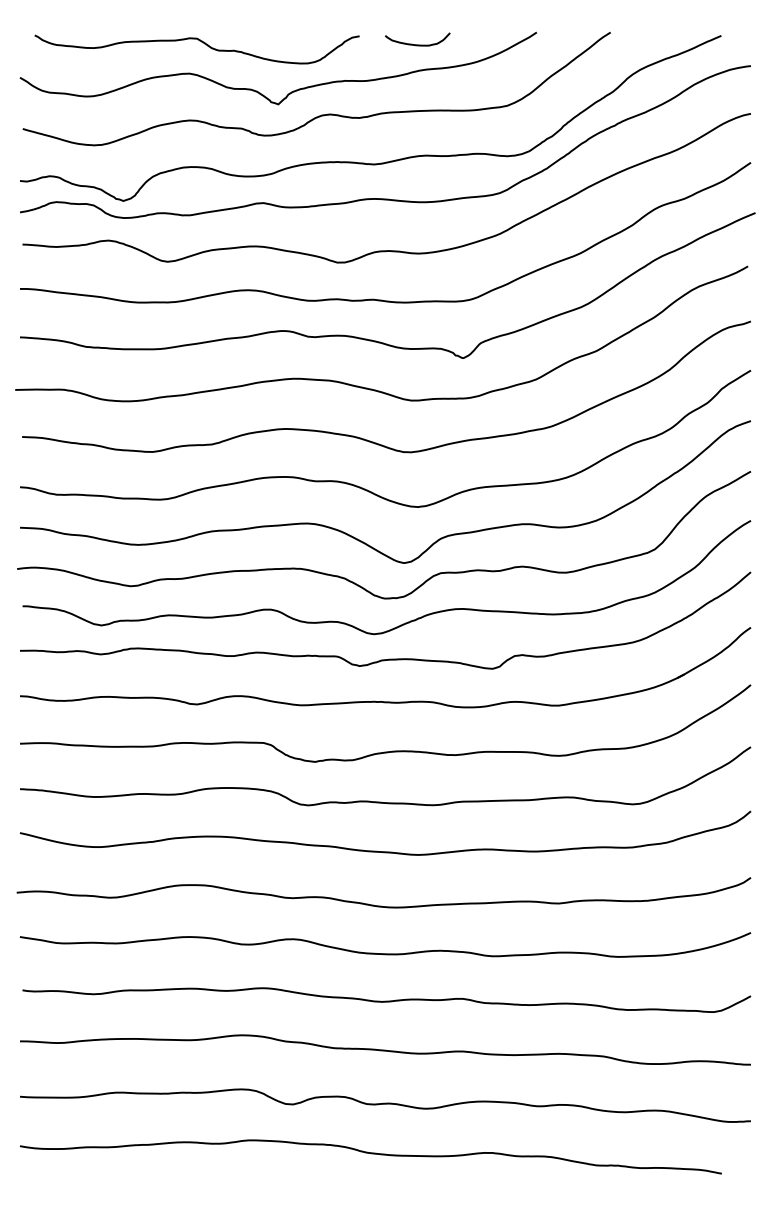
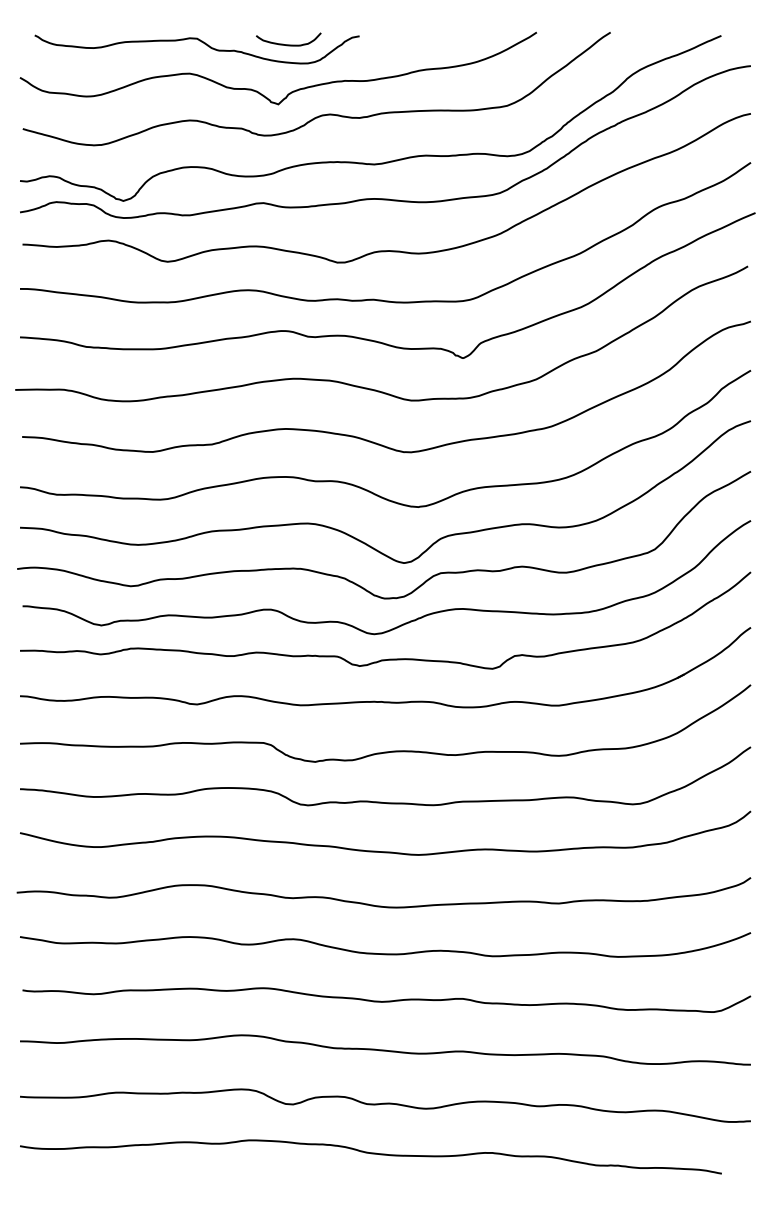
curve at (417, 44) position: (417, 44) -> (288, 44)
